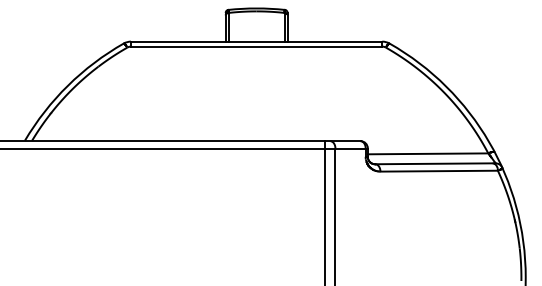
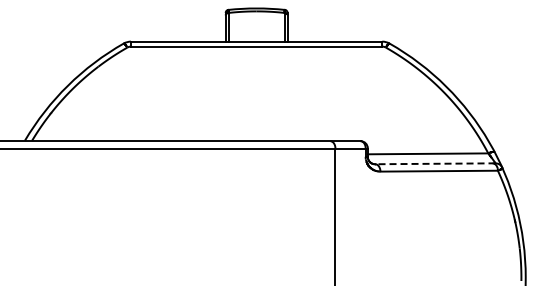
line at (434, 163): solid -> dashed
line at (325, 211): present -> none
